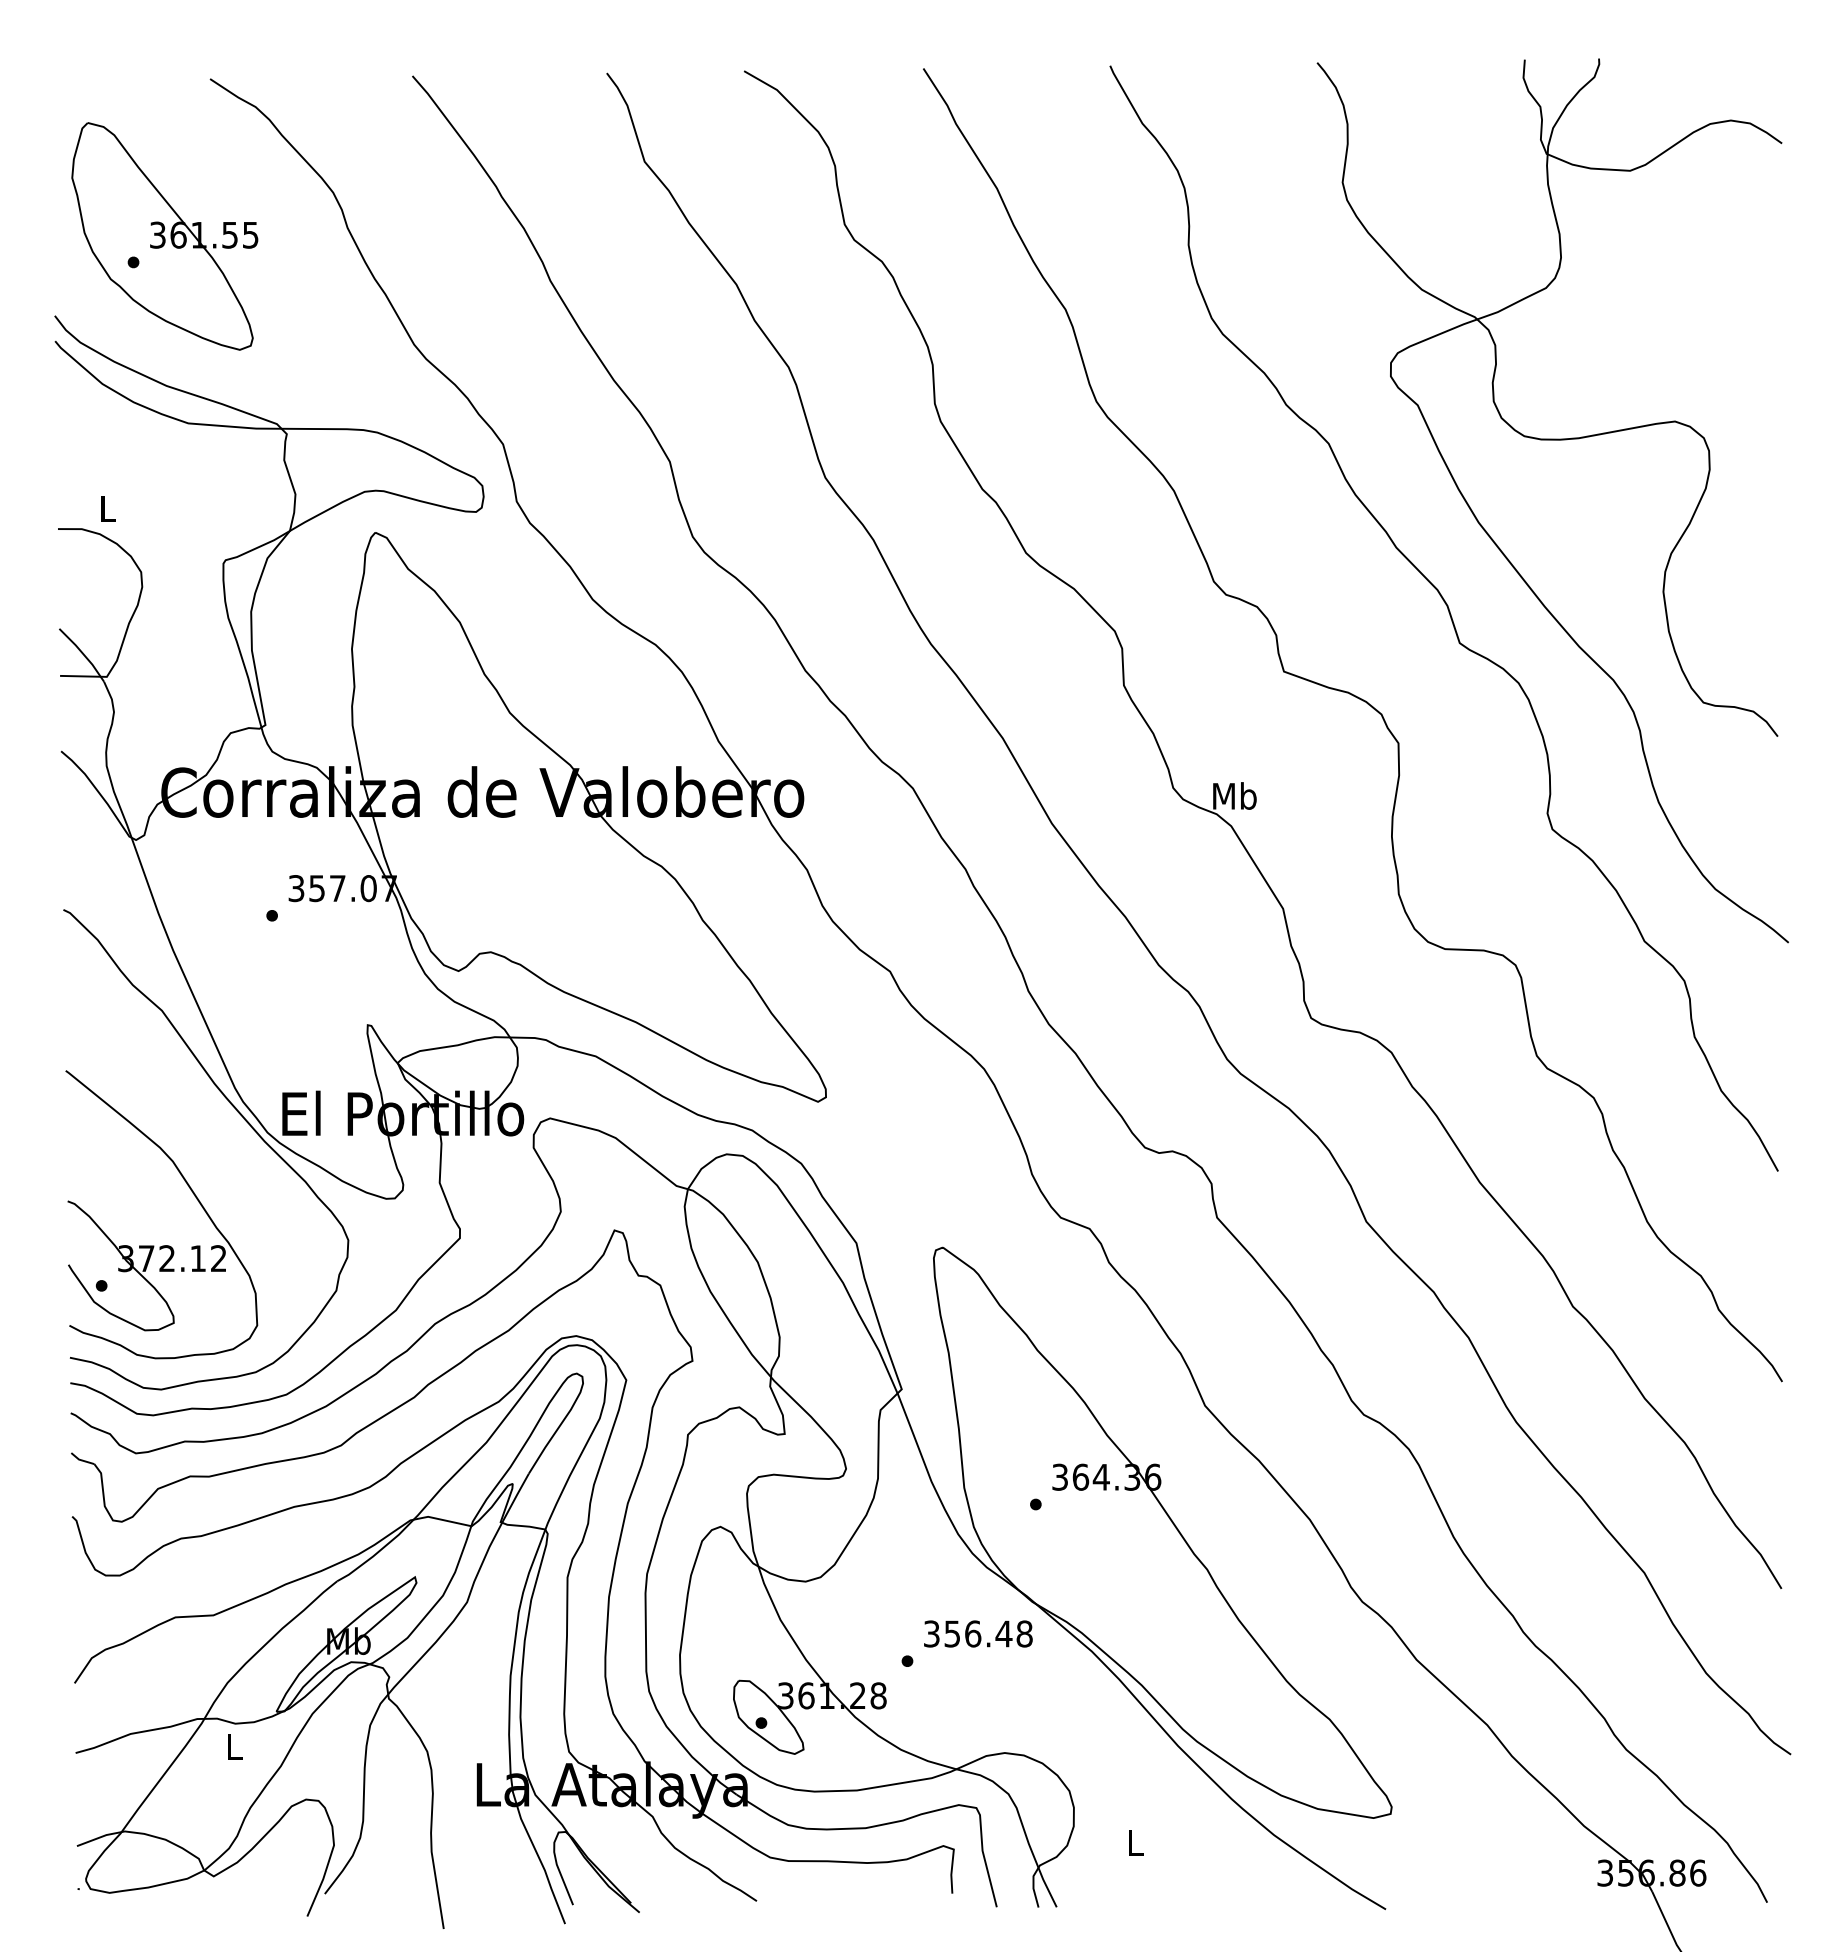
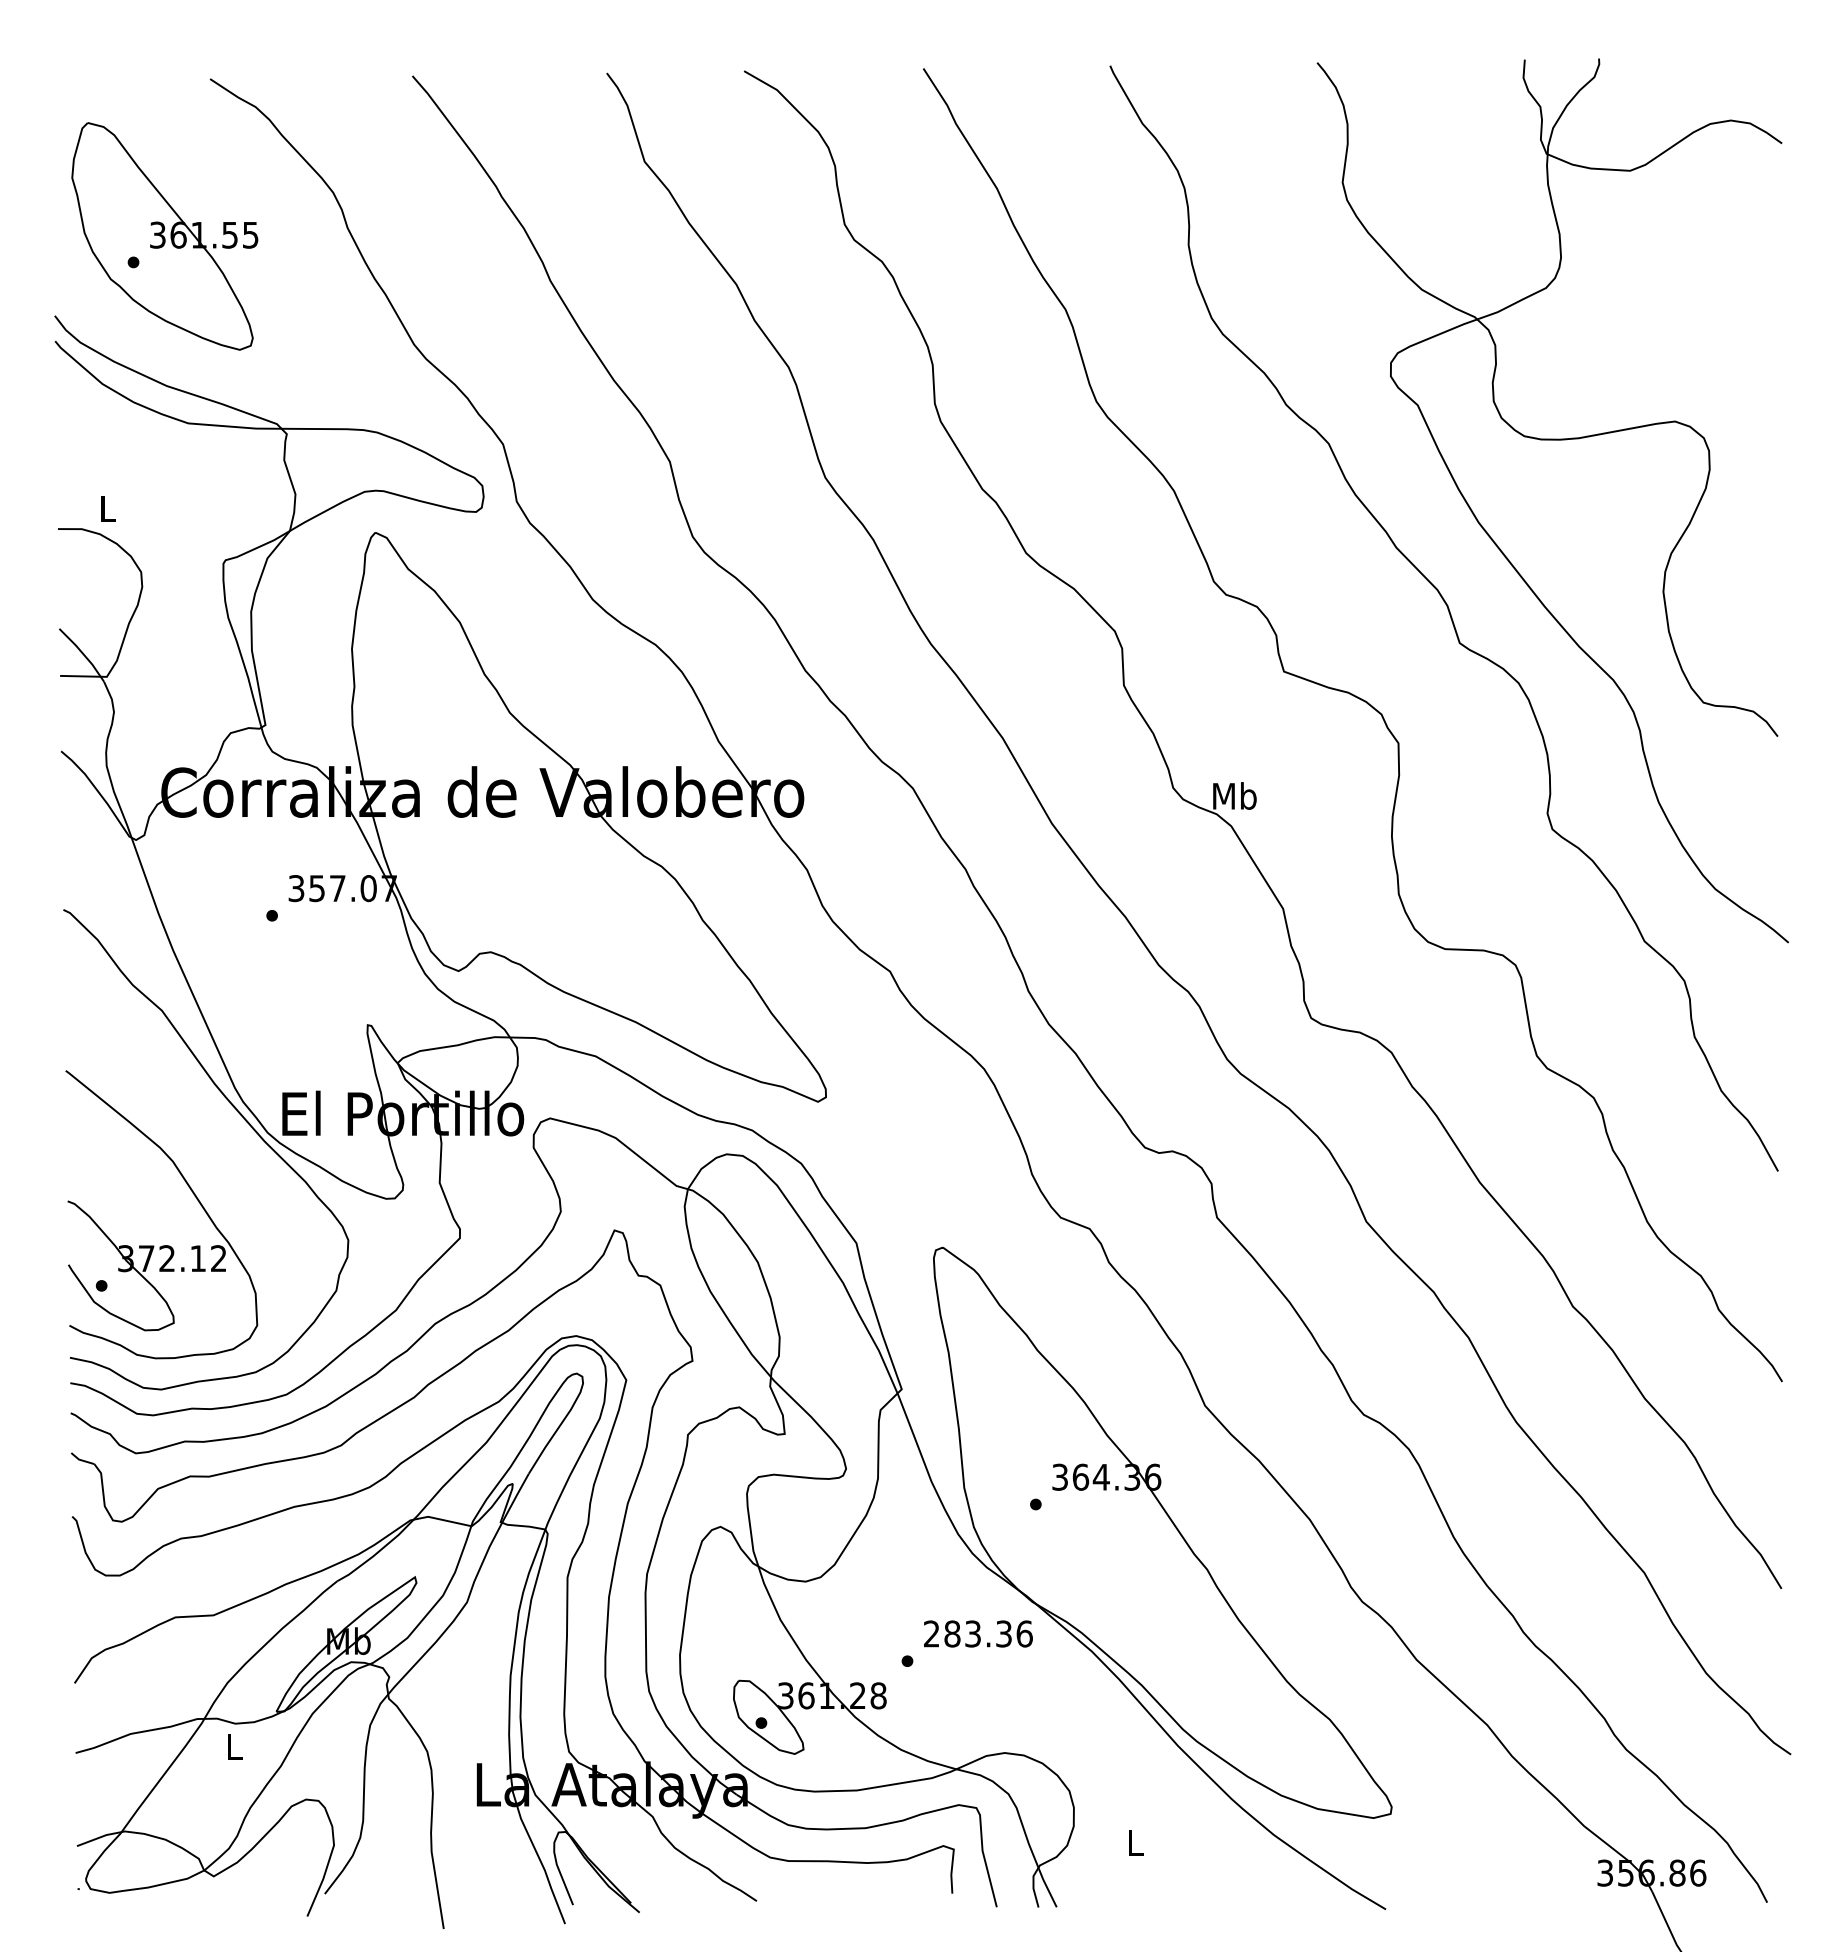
text at (978, 1633): 356.48 -> 283.36
